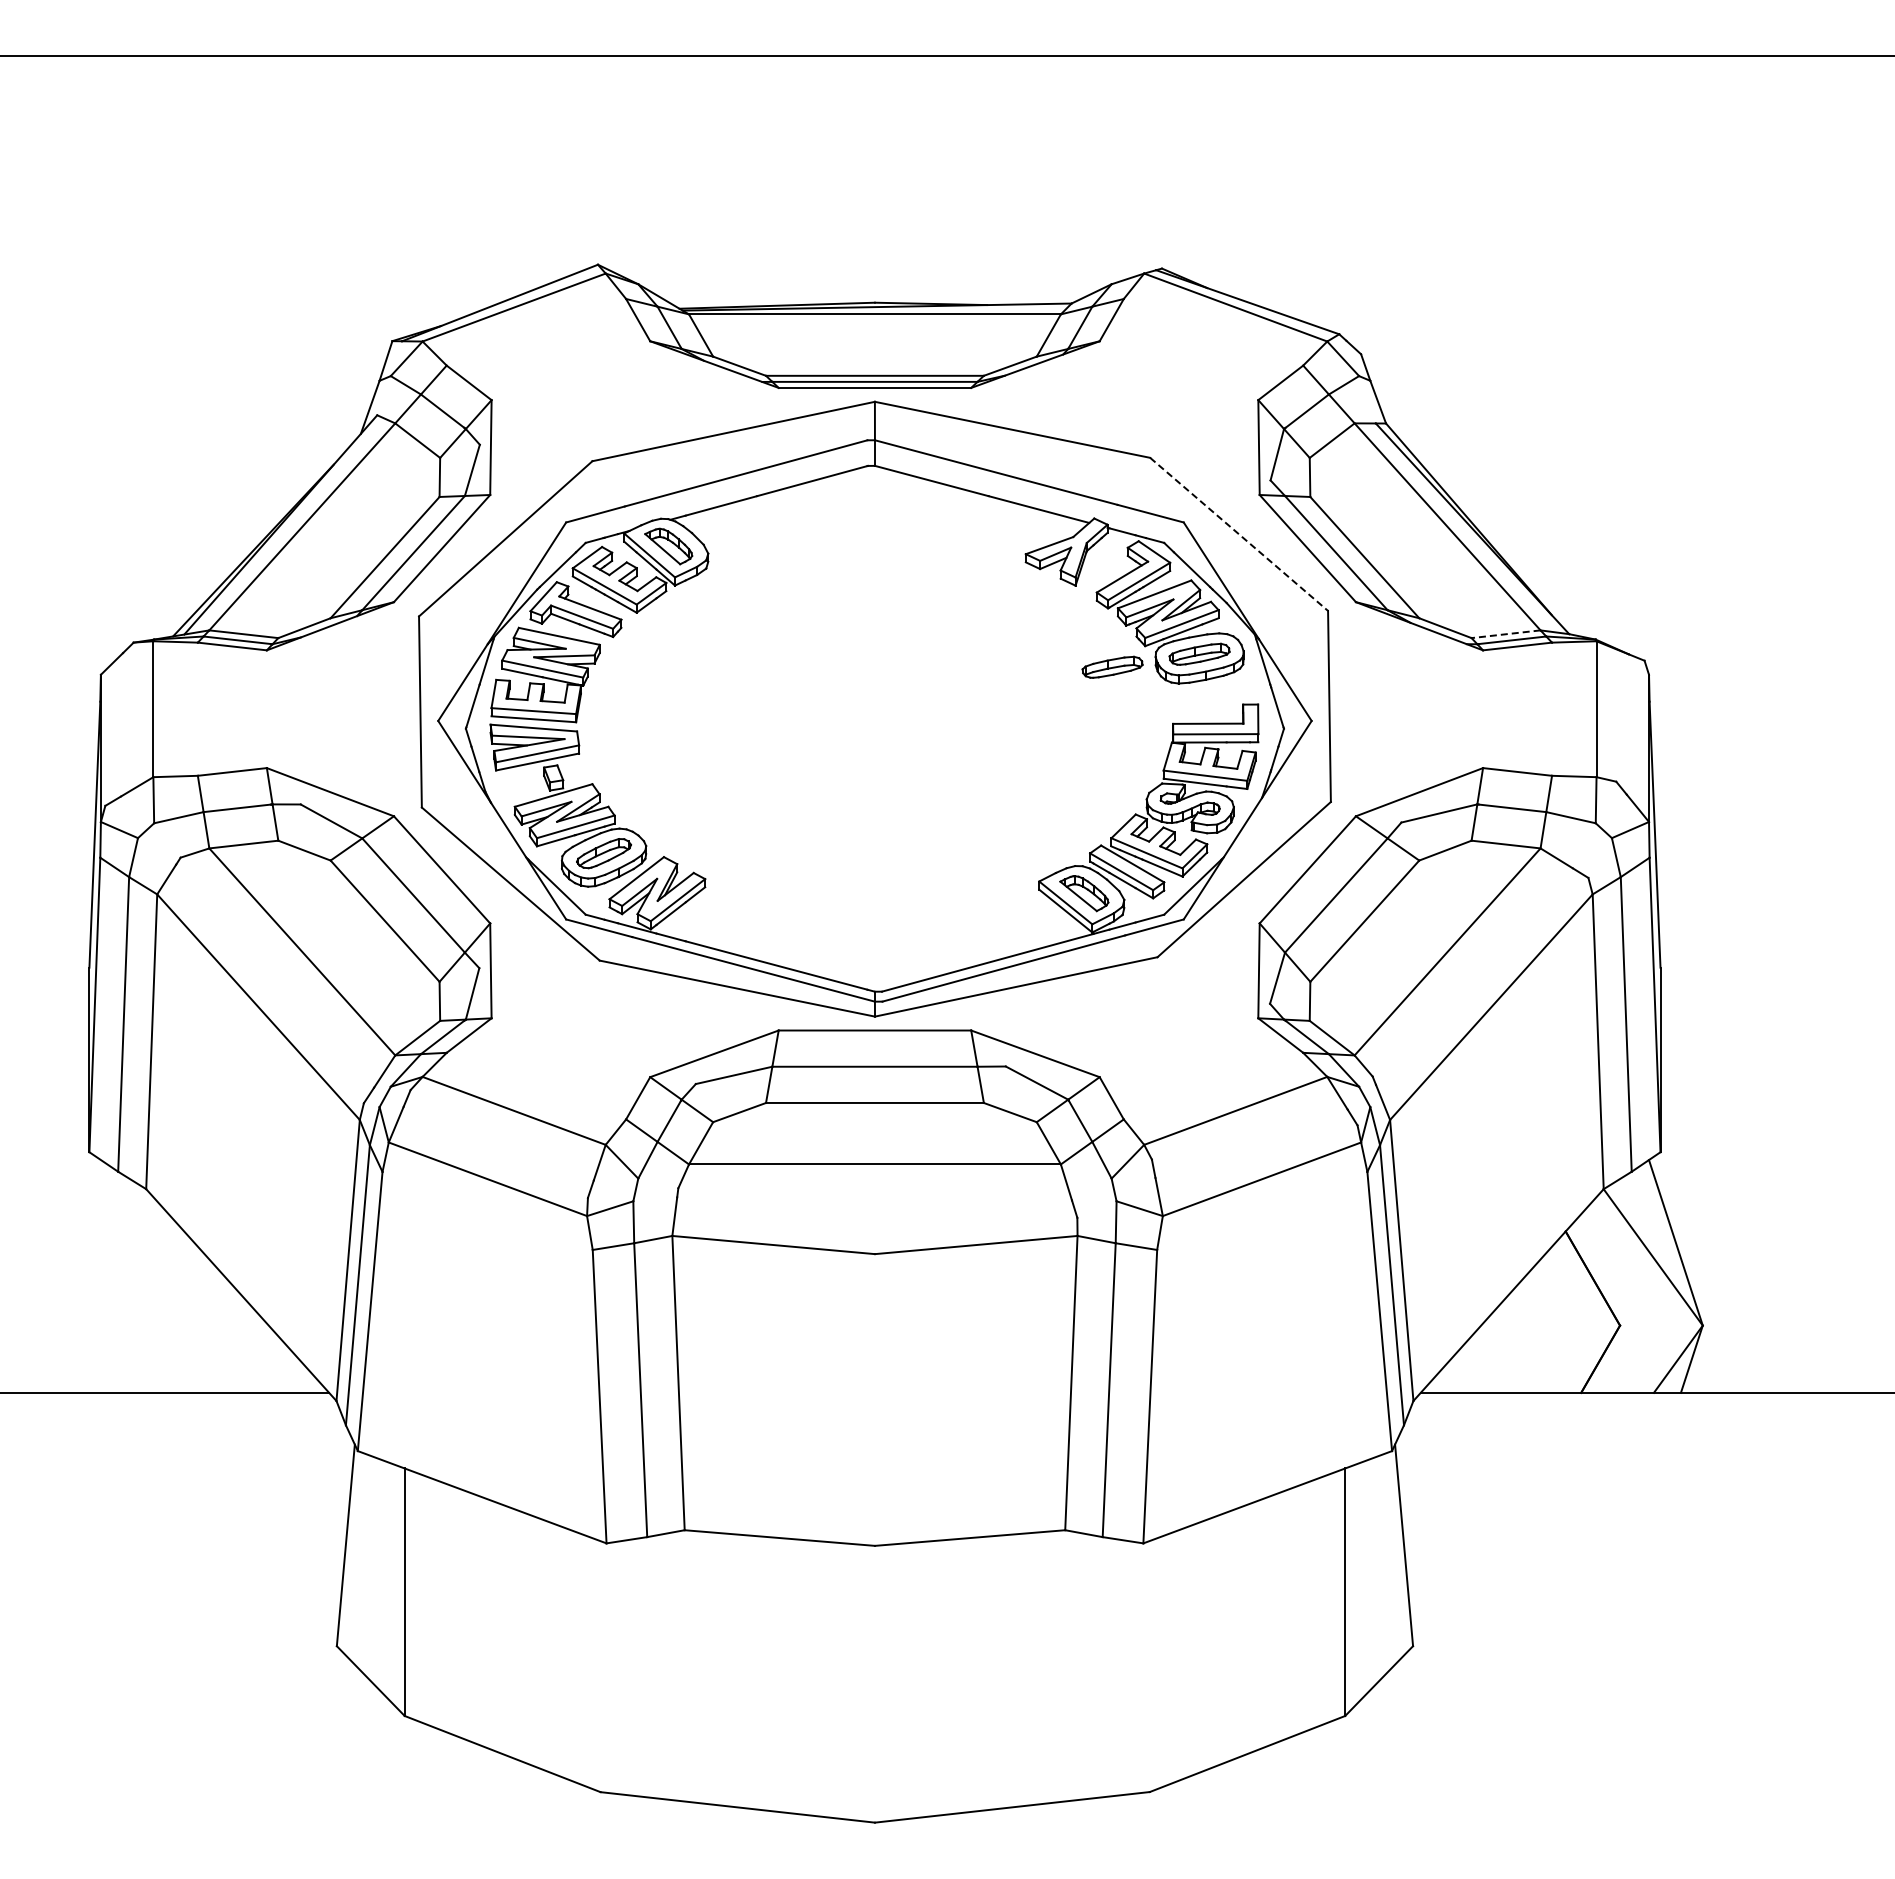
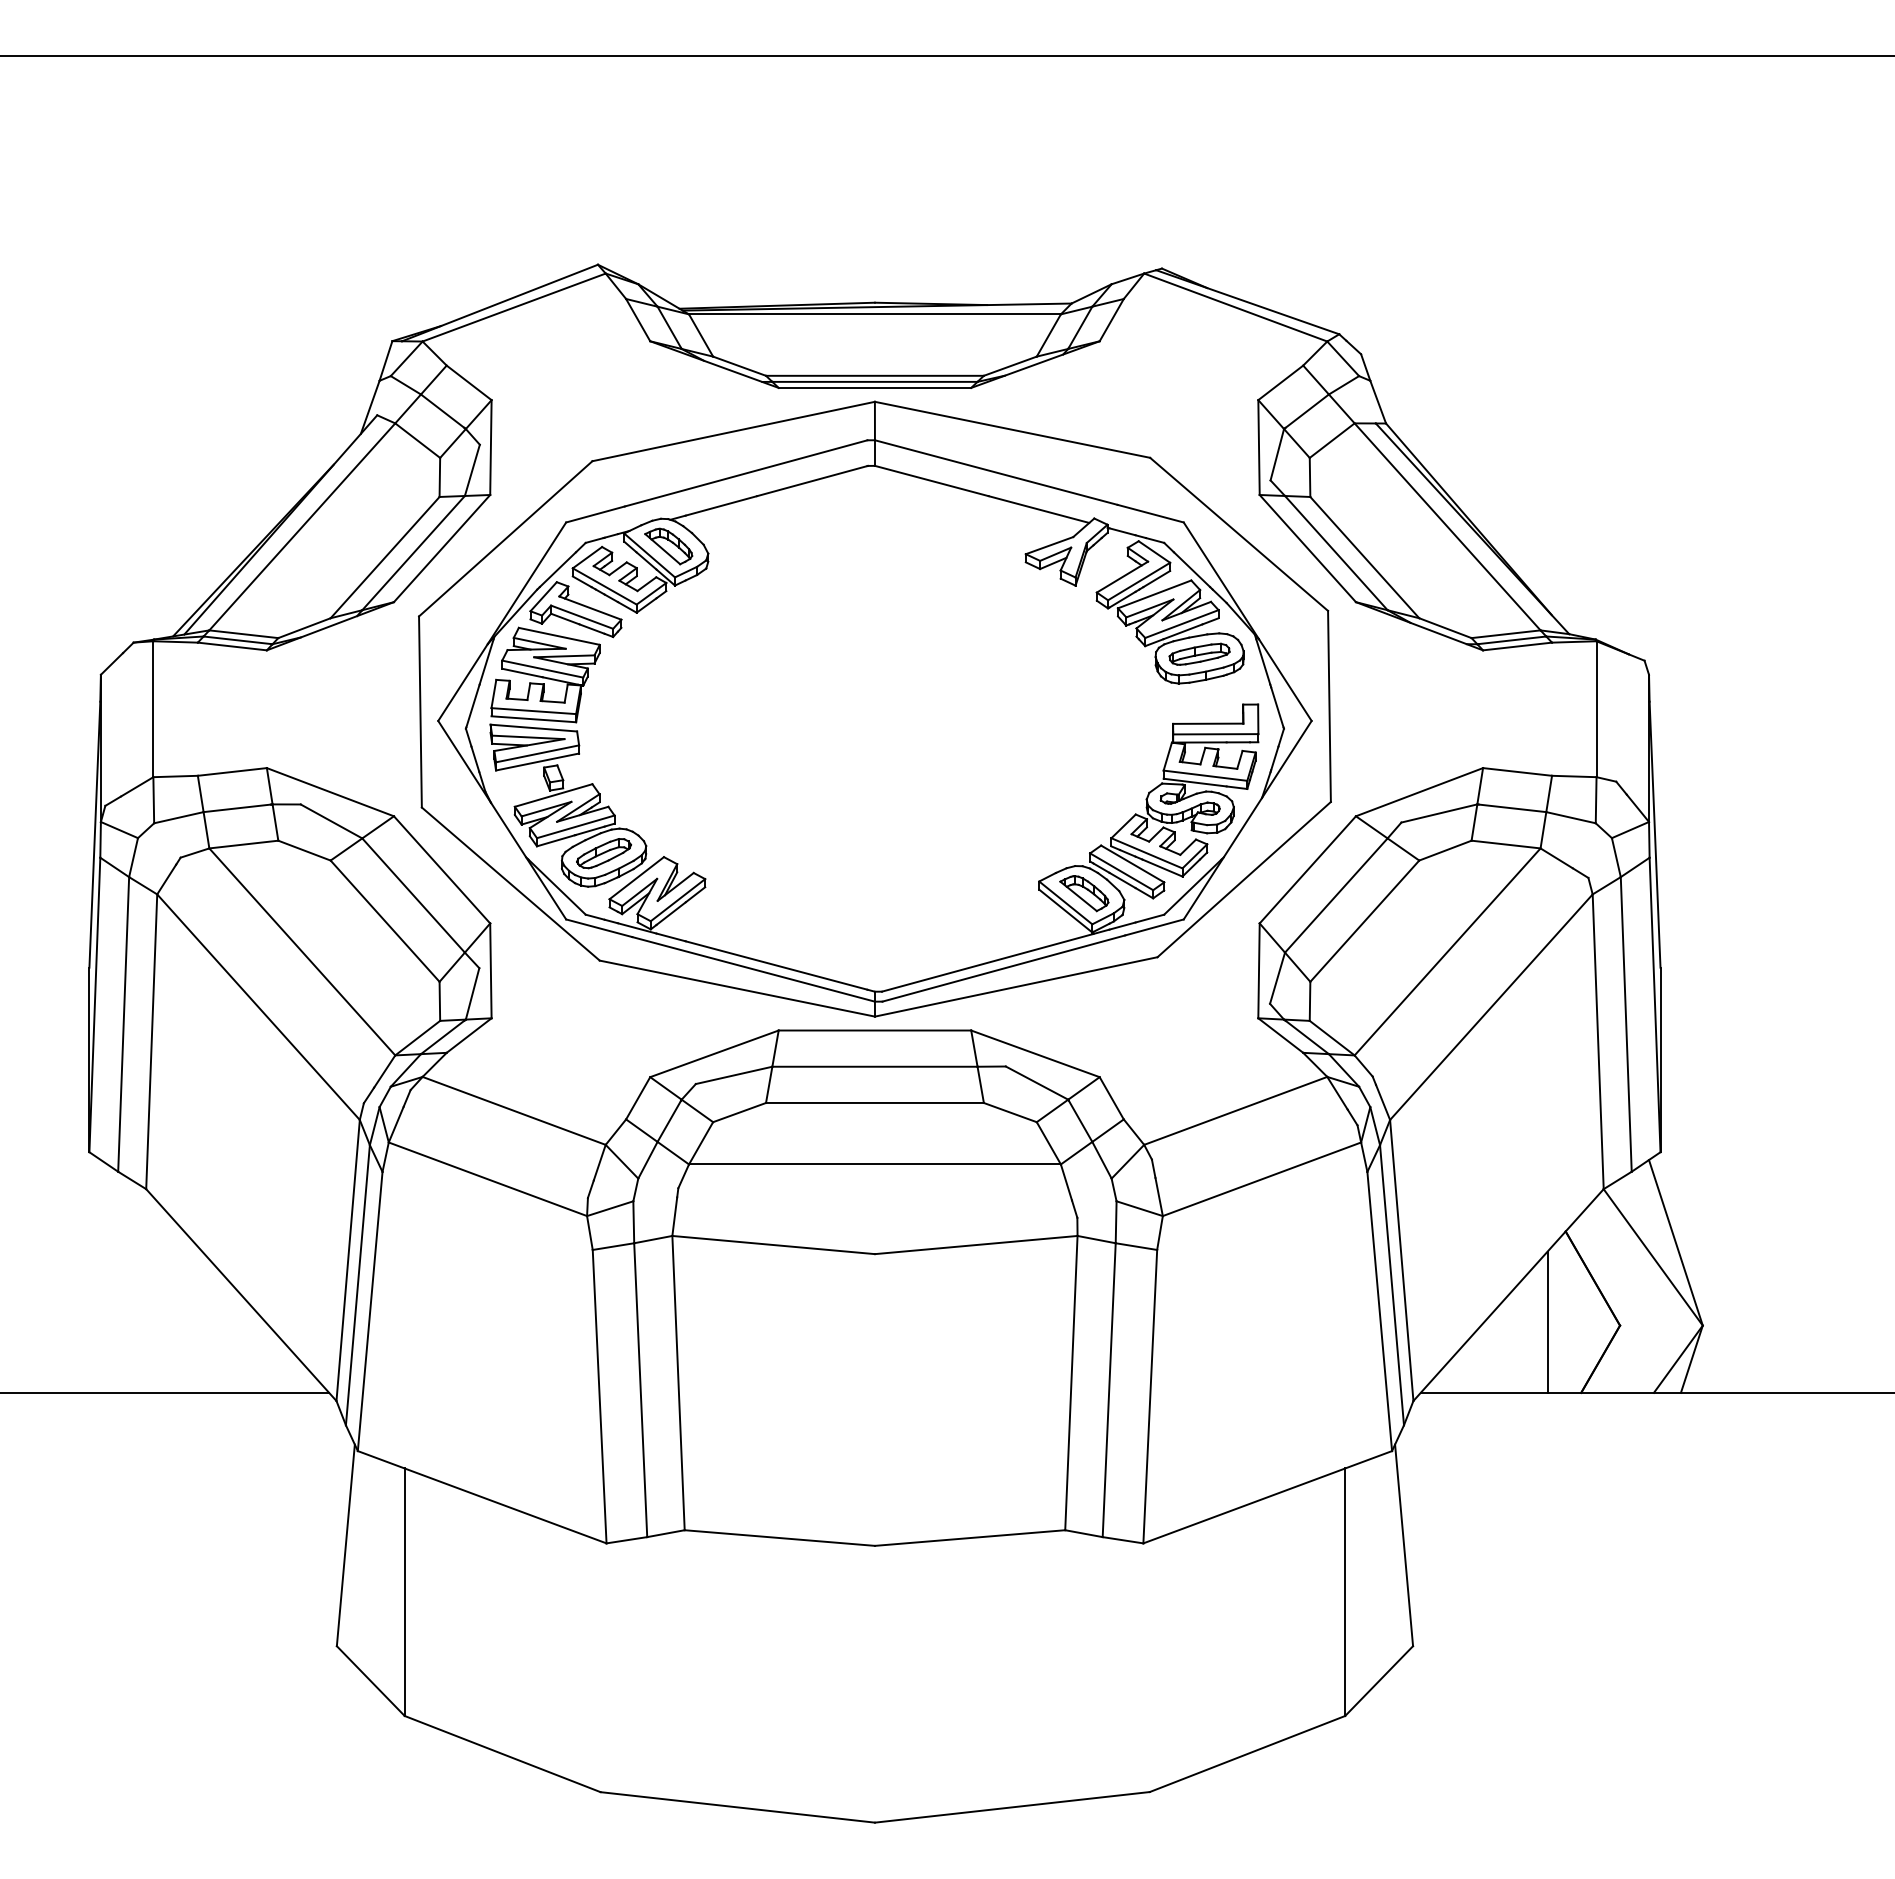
line at (1239, 534): dashed -> solid
line at (1506, 634): dashed -> solid
part at (1112, 666): present -> none
line at (1547, 1321): none -> present
